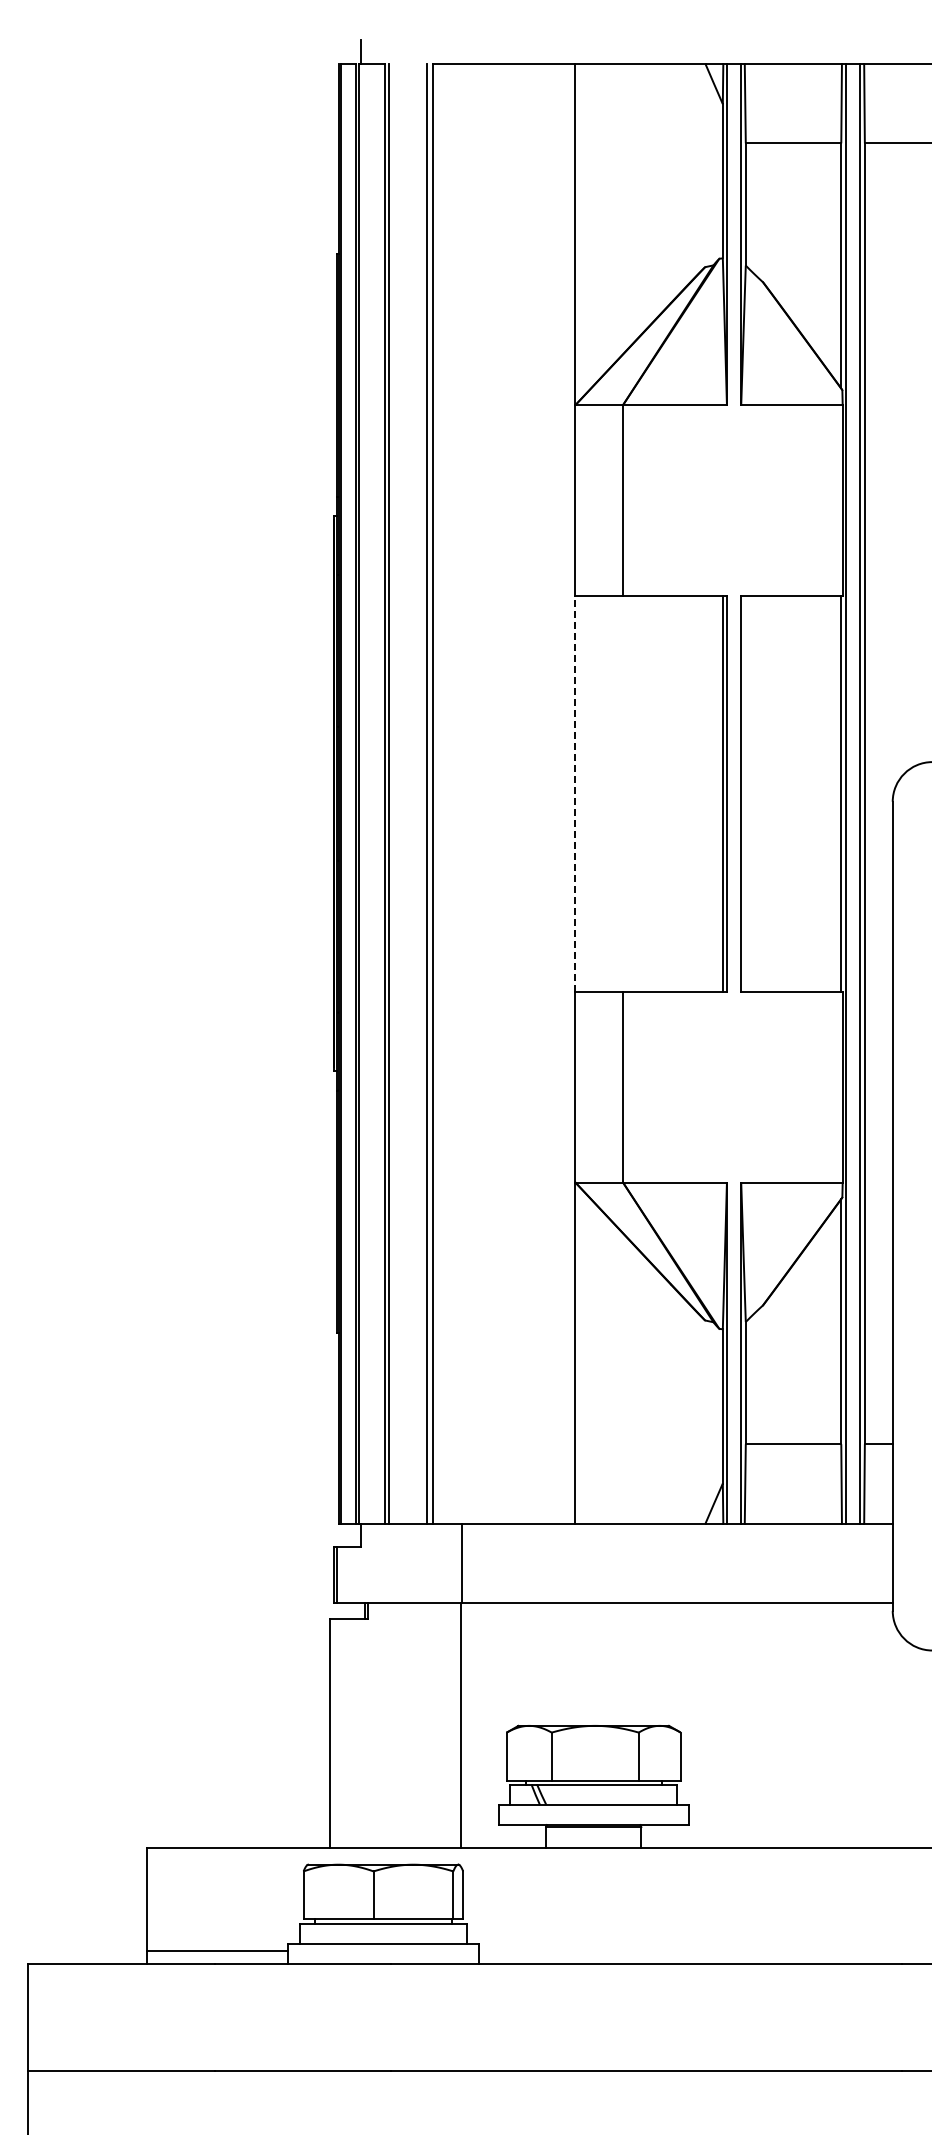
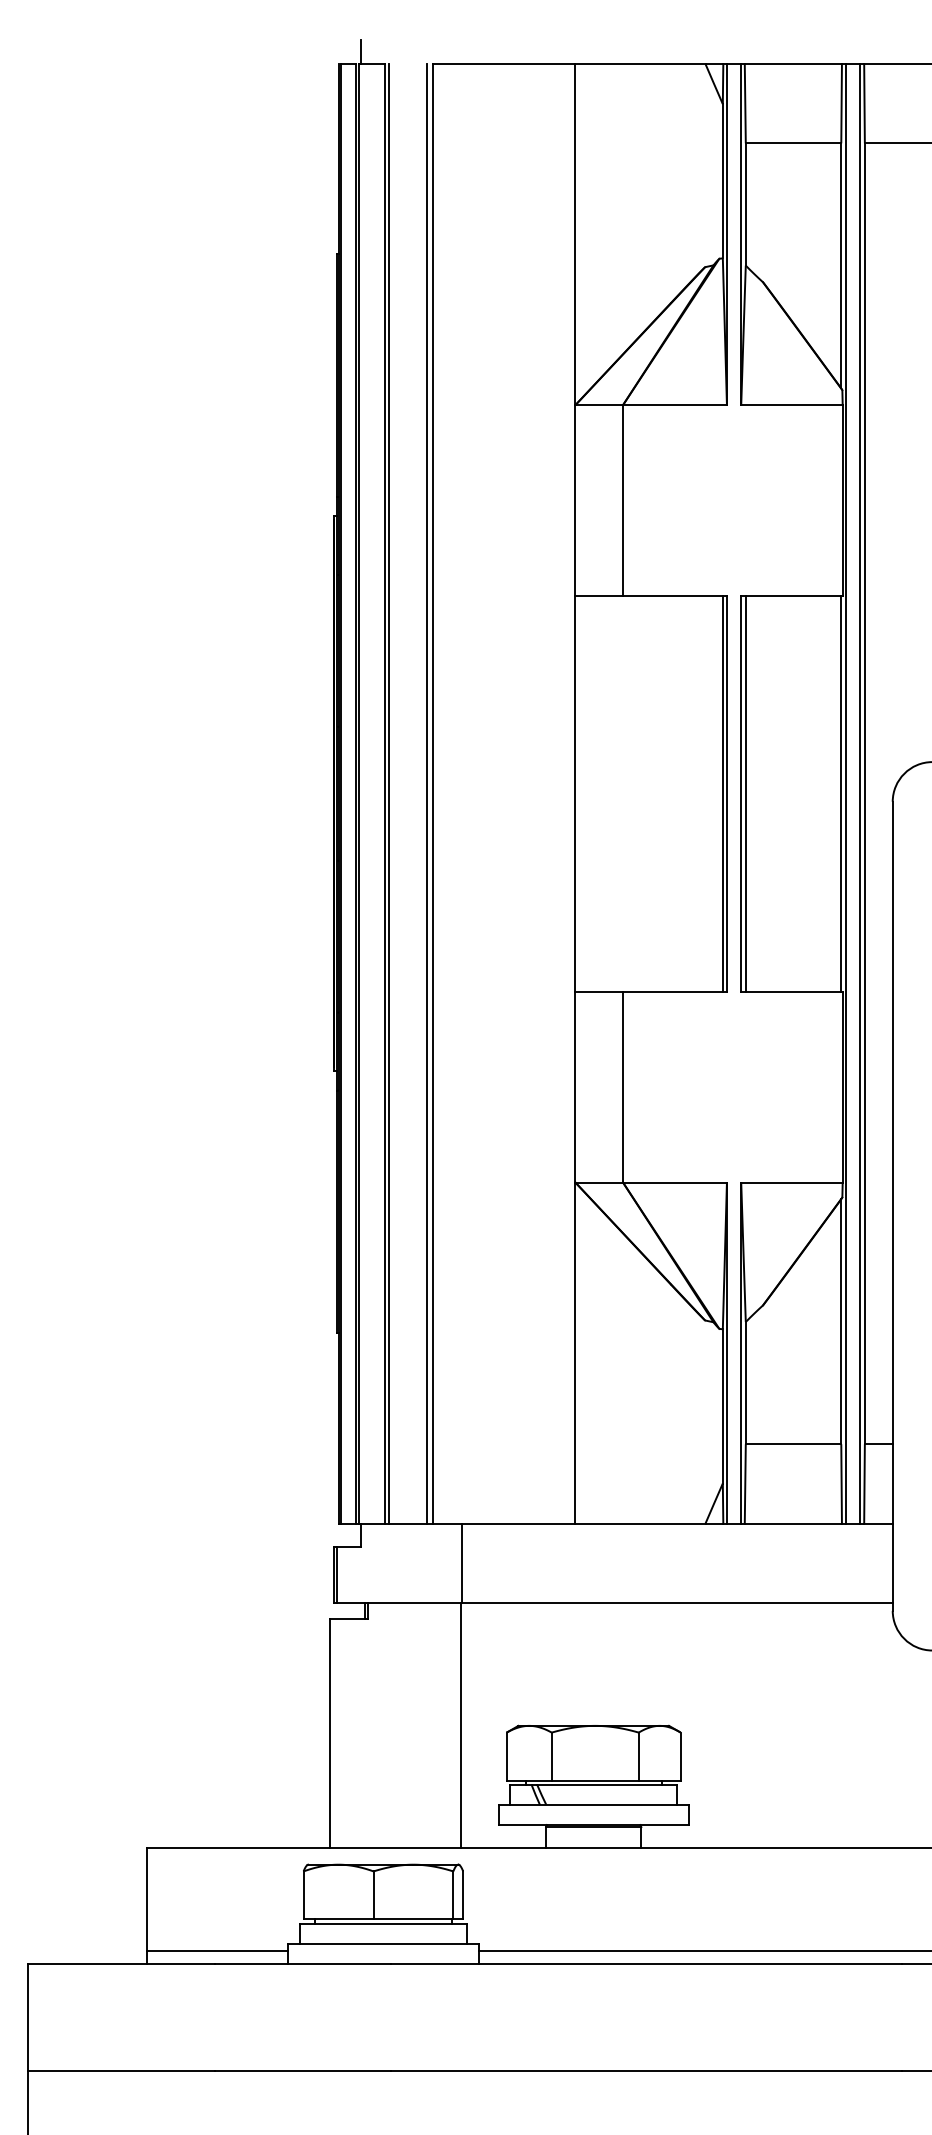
line at (575, 793): dashed -> solid
line at (745, 793): none -> present
line at (703, 1951): none -> present
